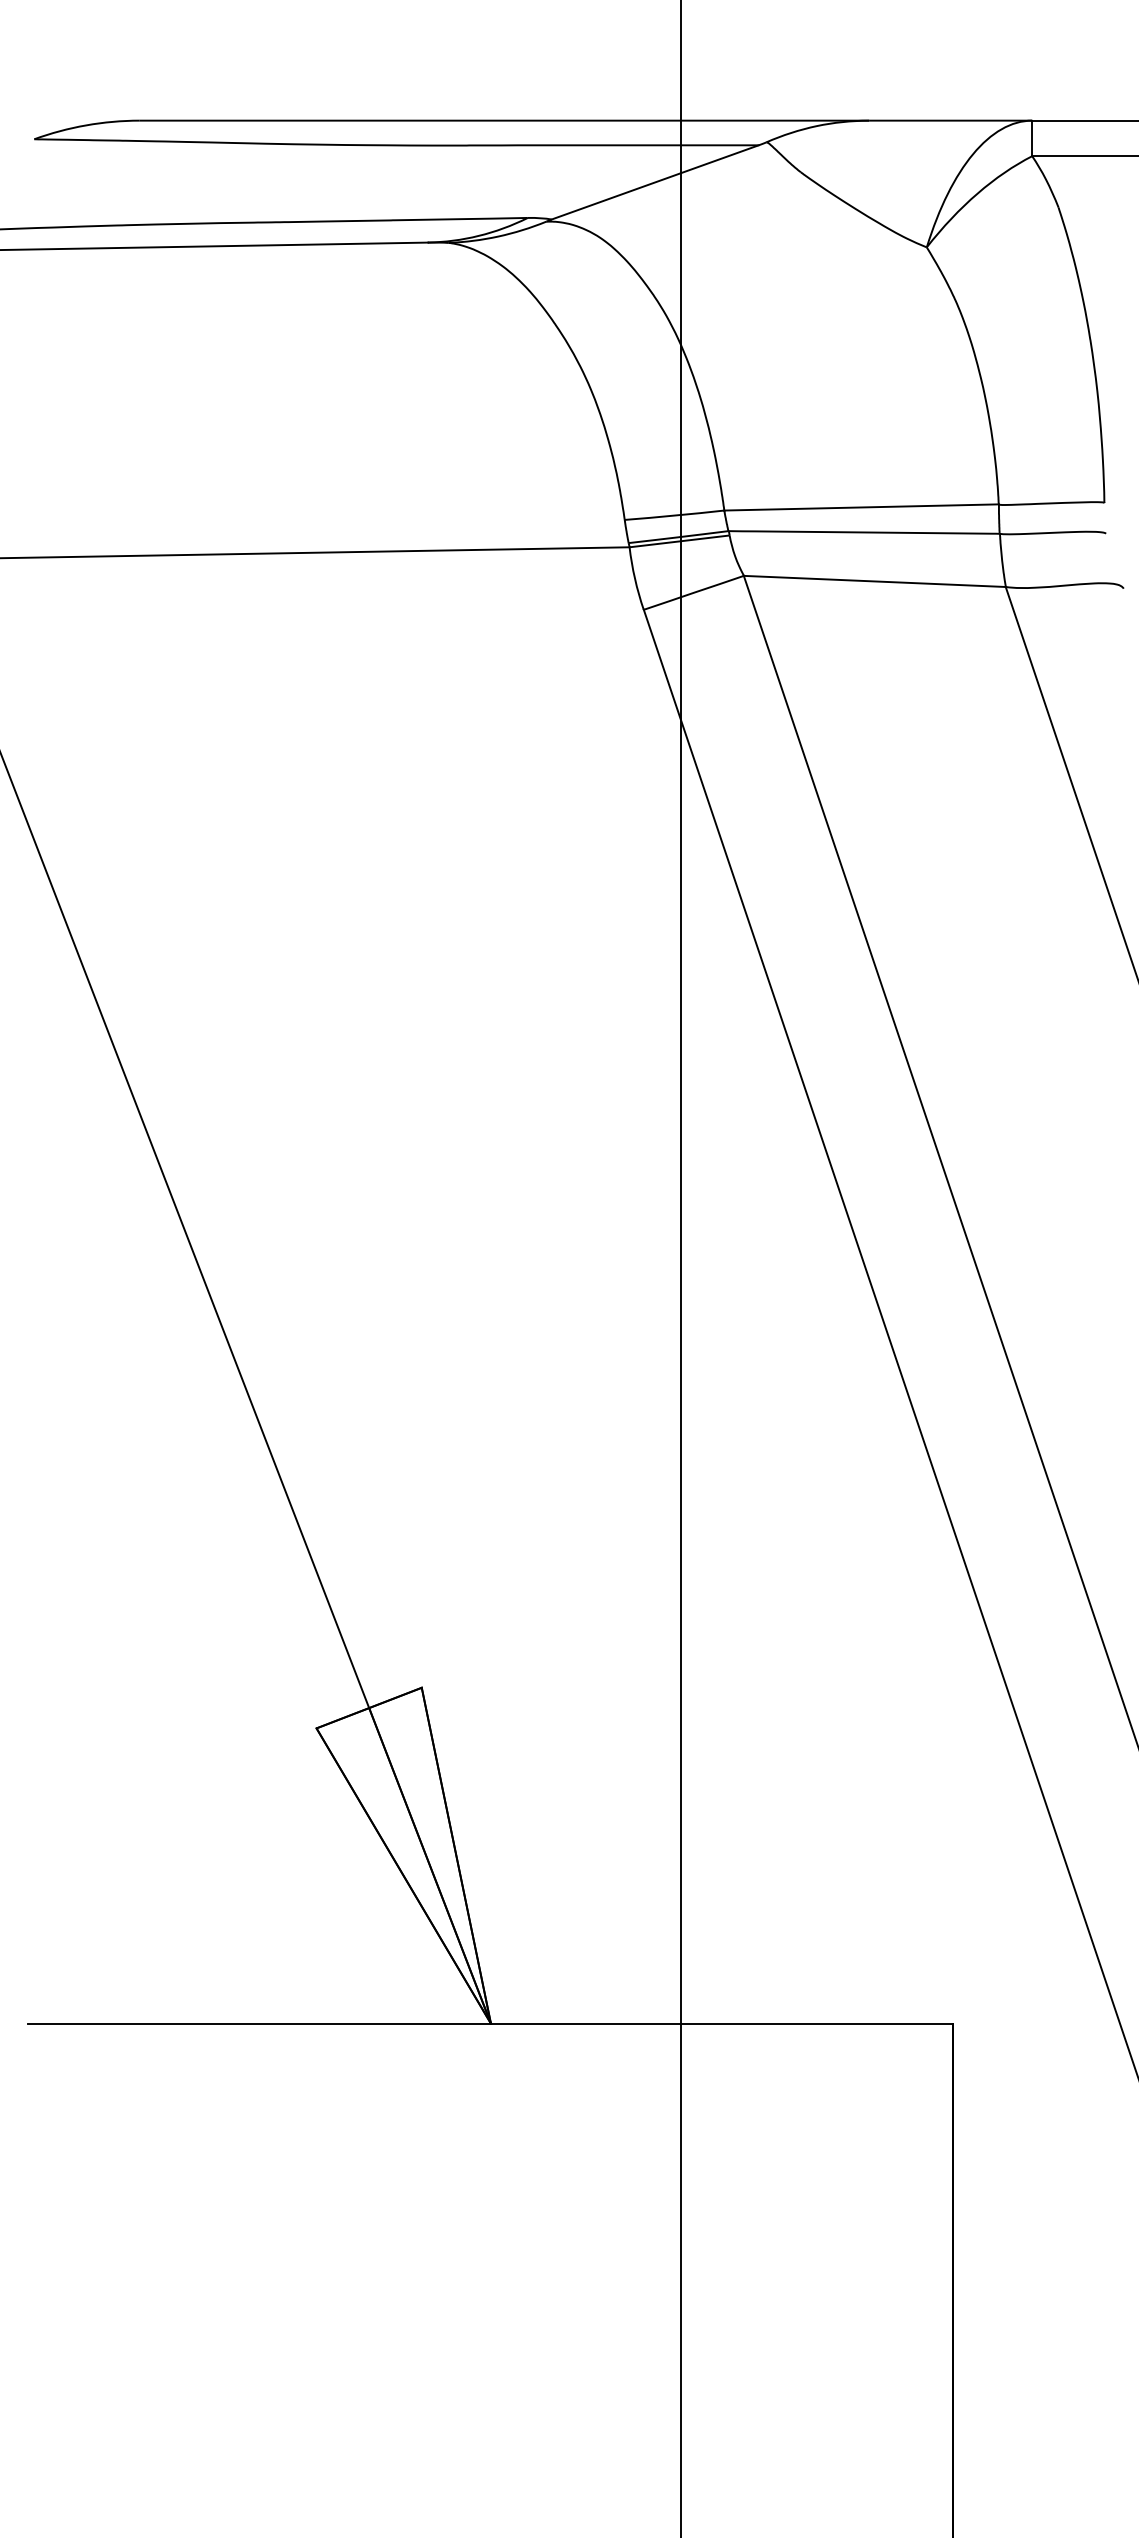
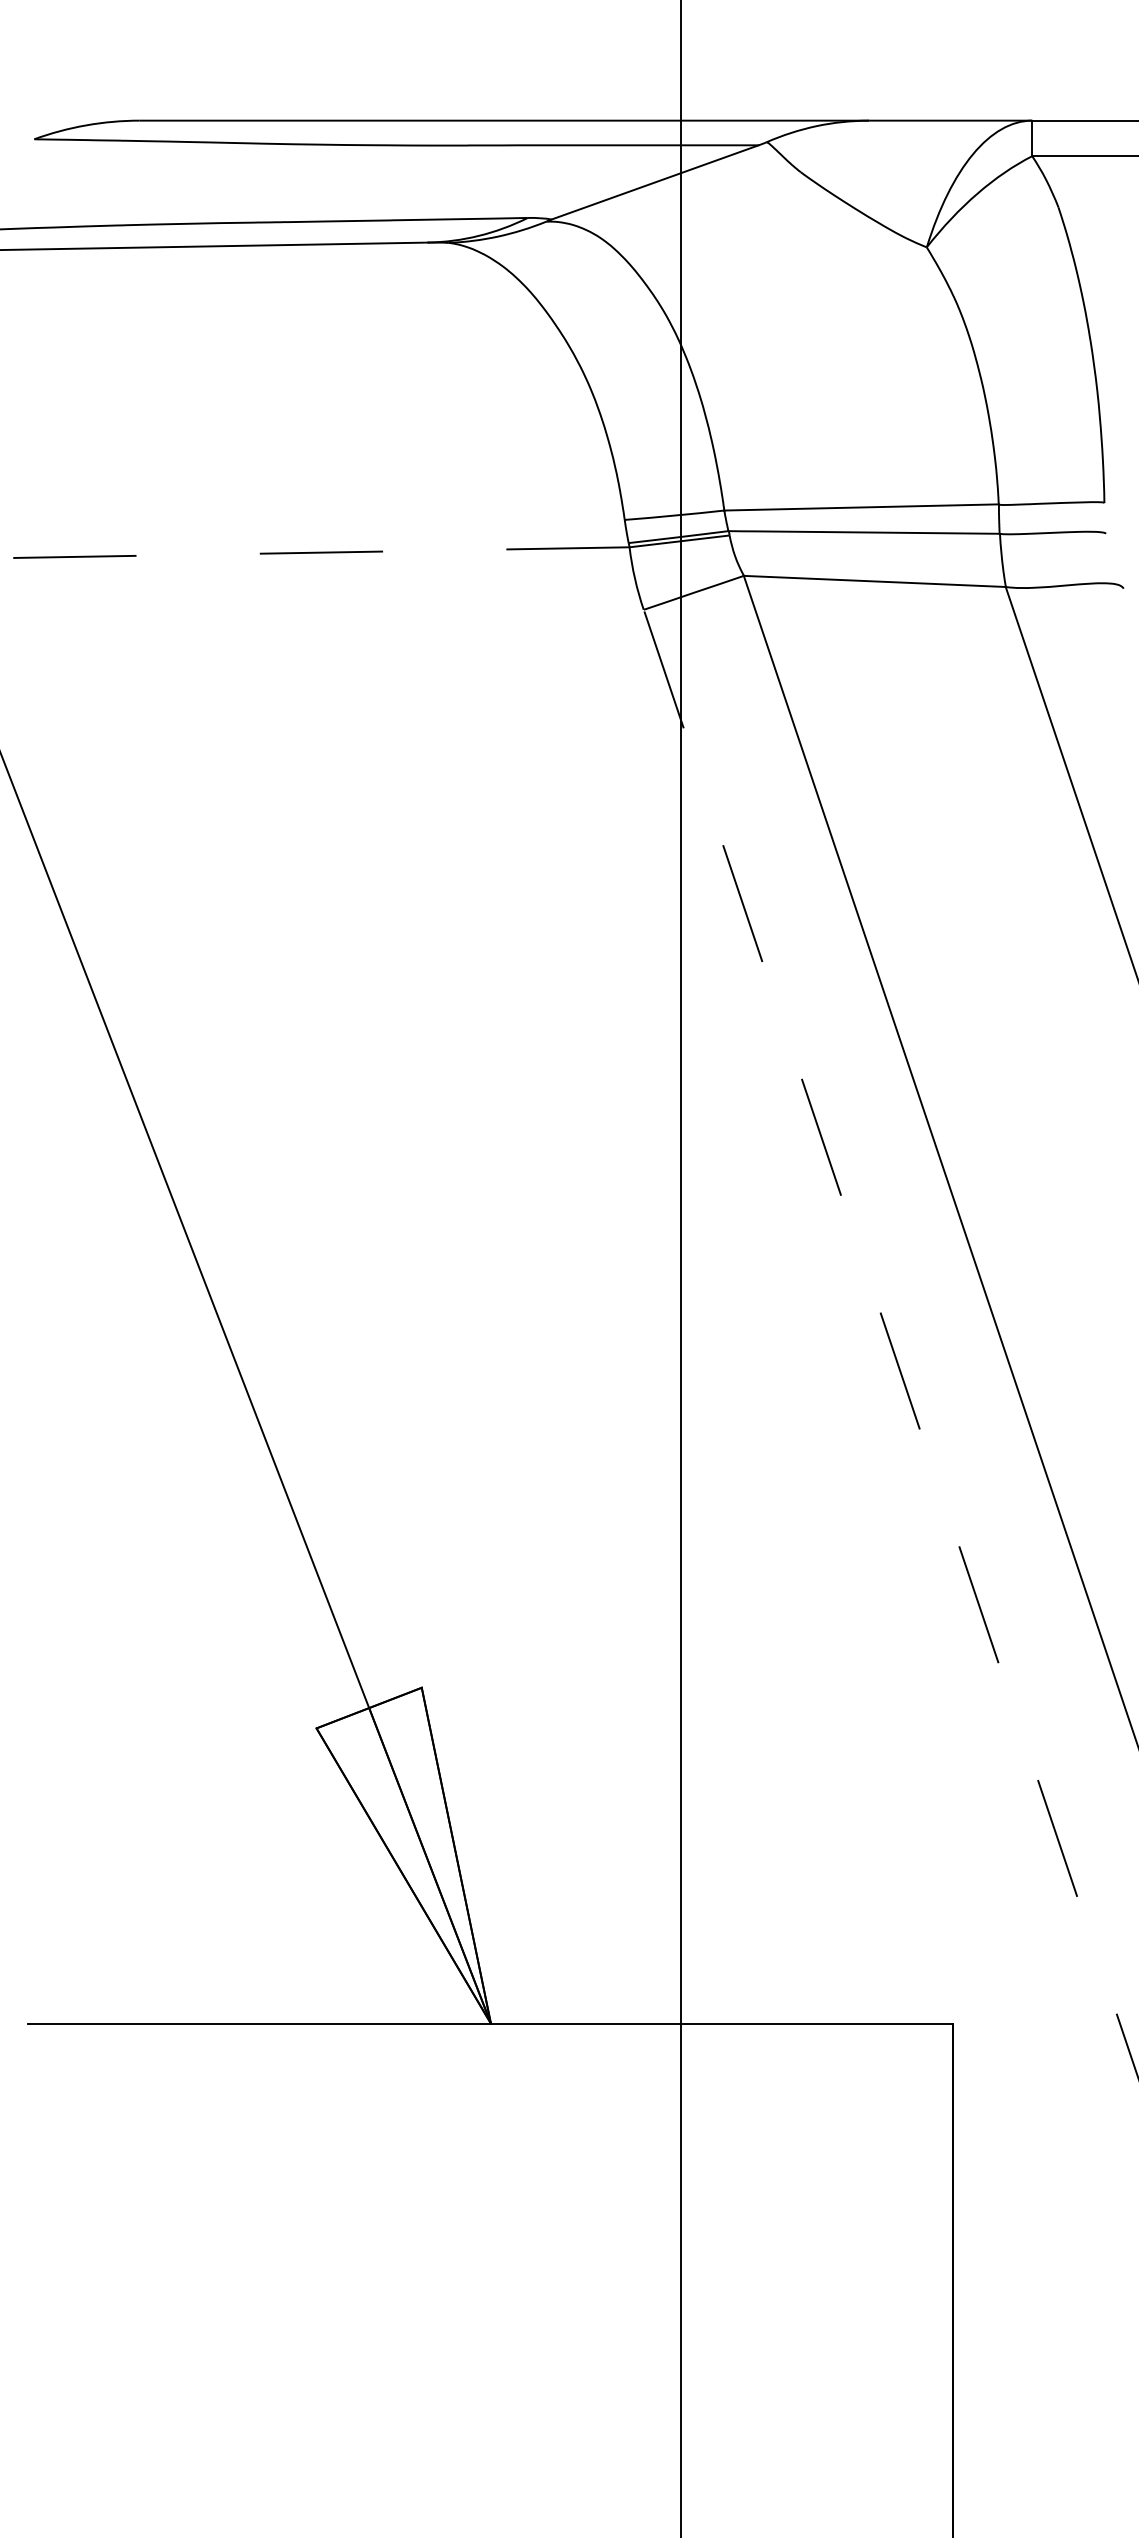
line at (314, 552): solid -> dashed
line at (891, 1344): solid -> dashed
